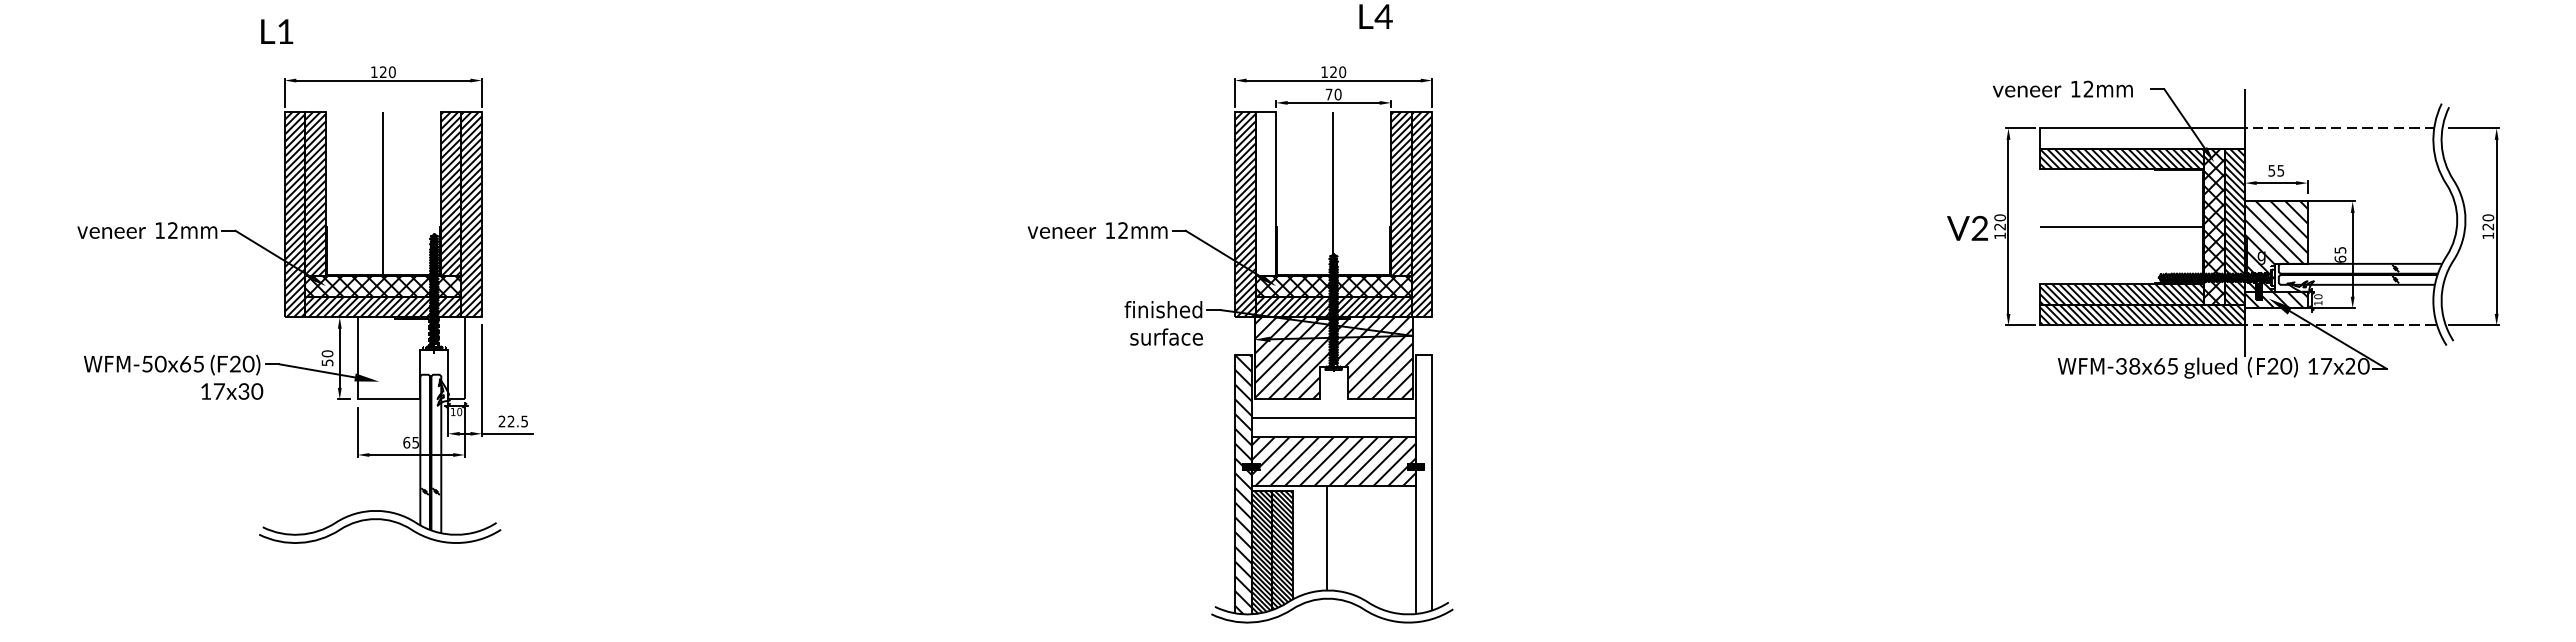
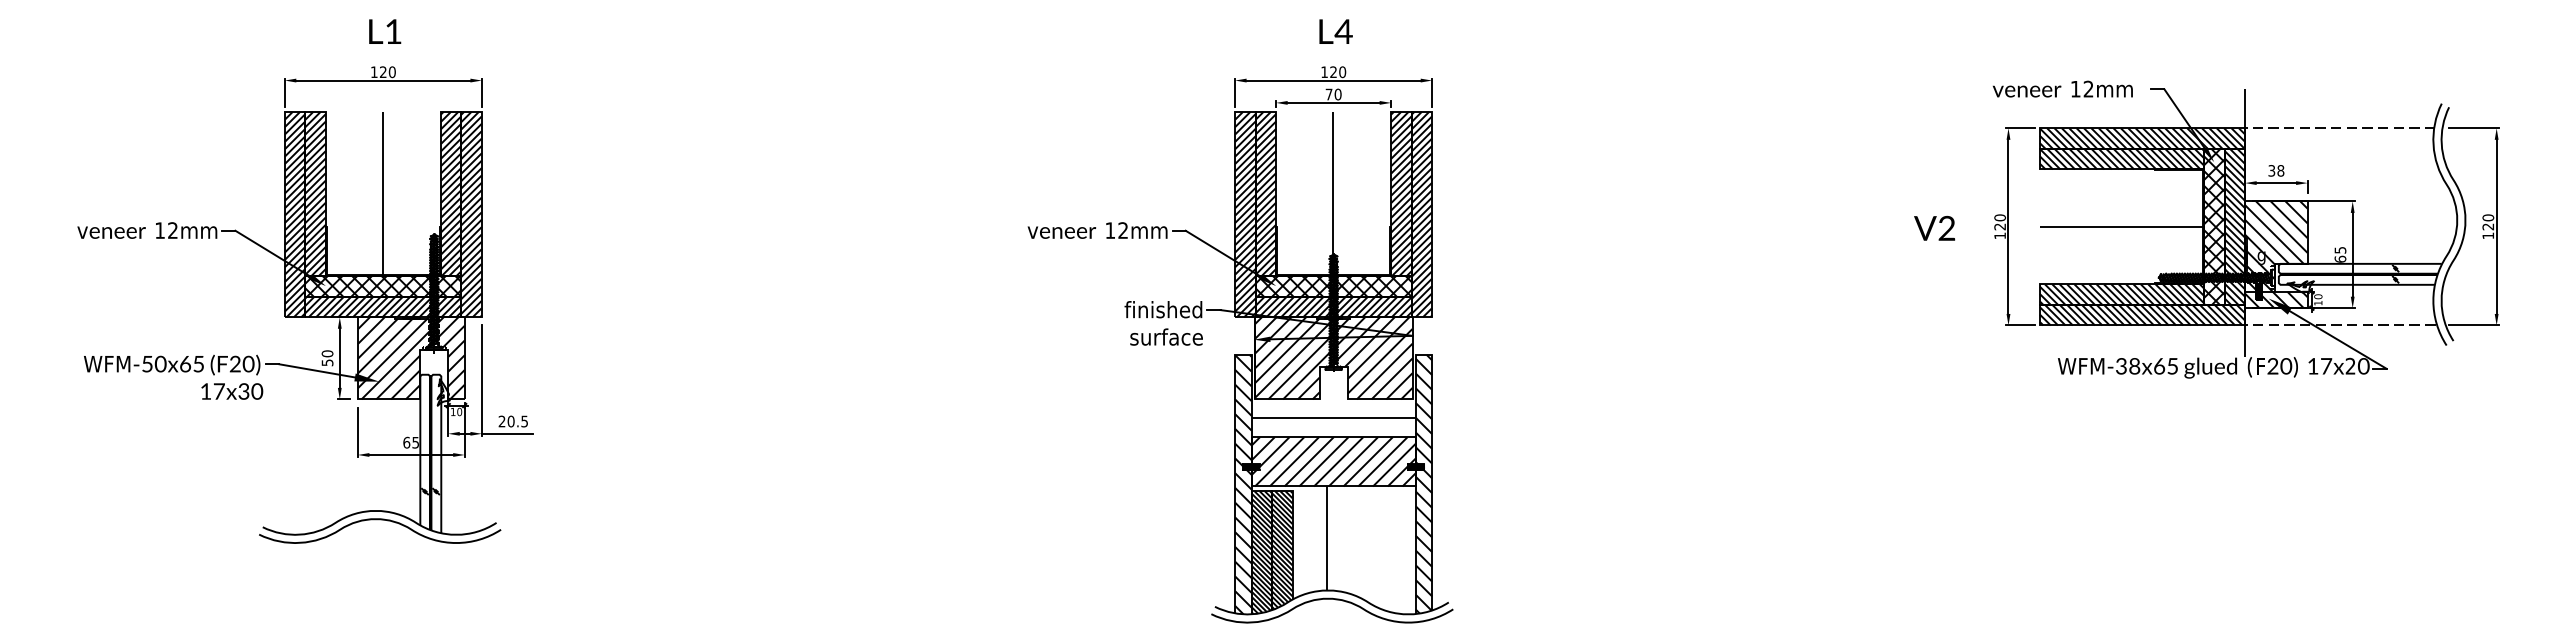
text at (1375, 16) position: (1375, 16) -> (1335, 31)
text at (277, 31) position: (277, 31) -> (385, 31)
hatch at (2142, 138): none -> present
text at (2276, 170): 55 -> 38
hatch at (1265, 193): none -> present
text at (1967, 227) position: (1967, 227) -> (1934, 227)
hatch at (410, 358): none -> present
text at (510, 421): 22.5 -> 20.5
hatch at (1423, 484): none -> present
